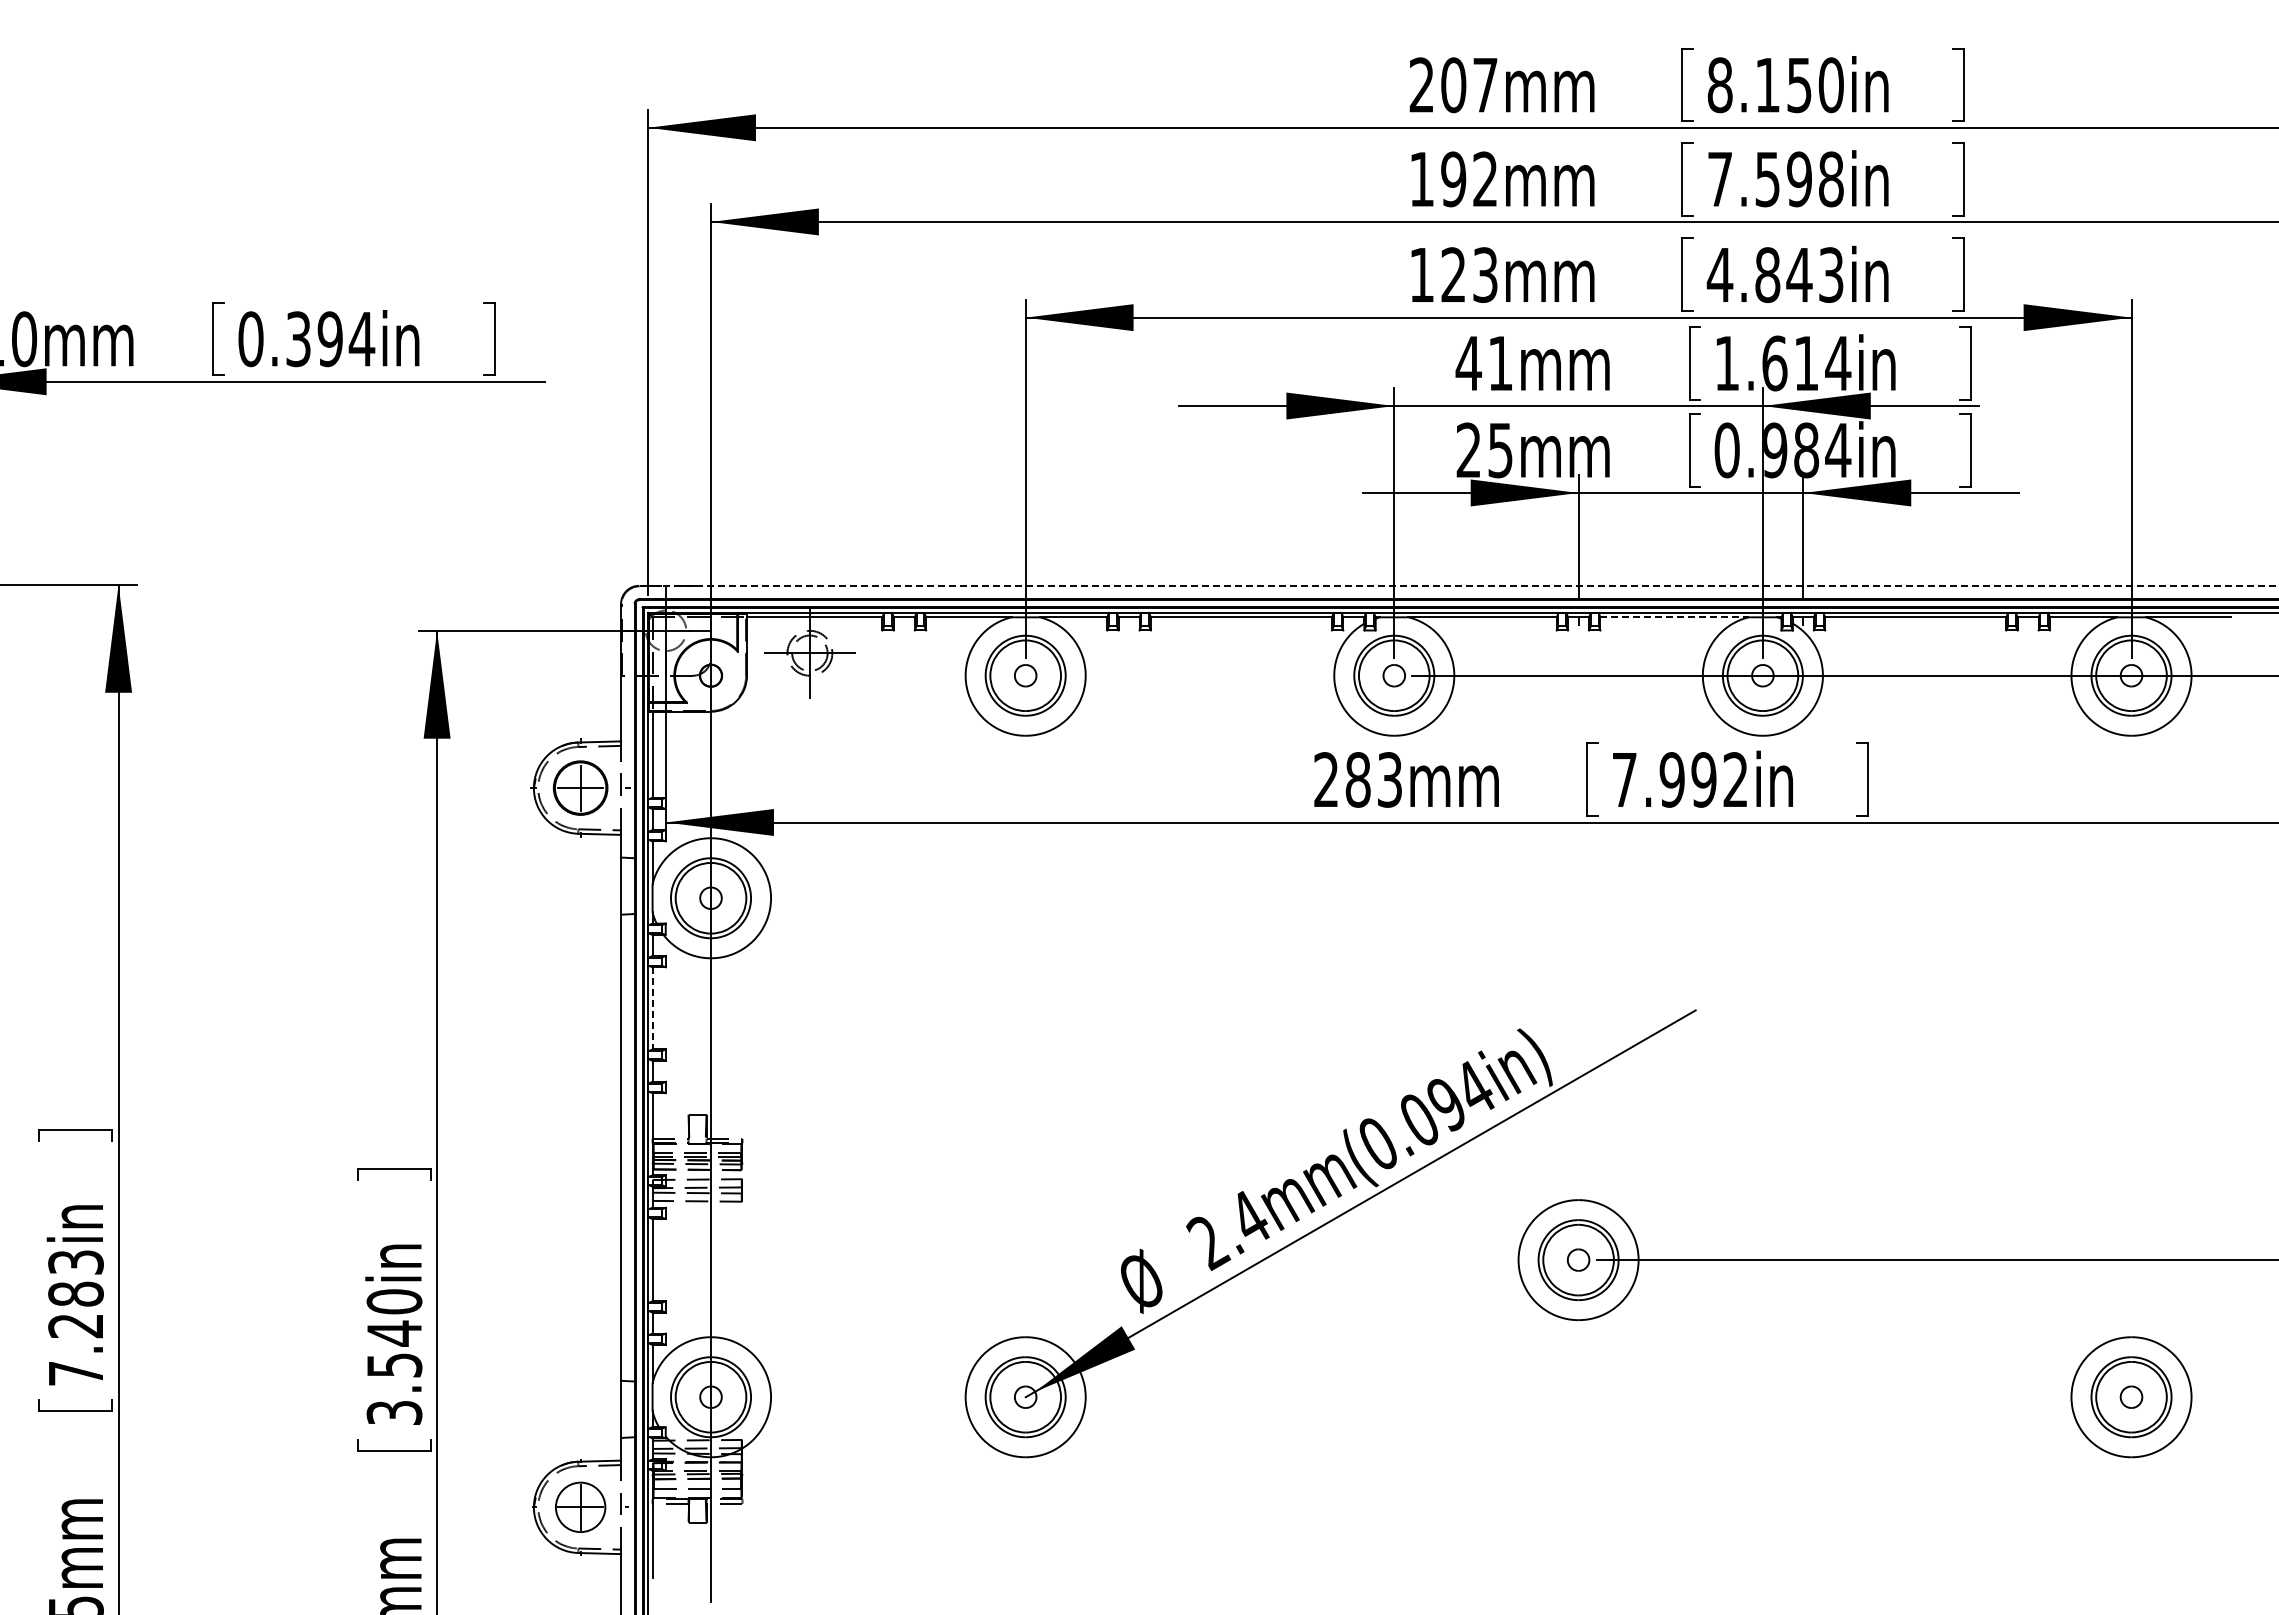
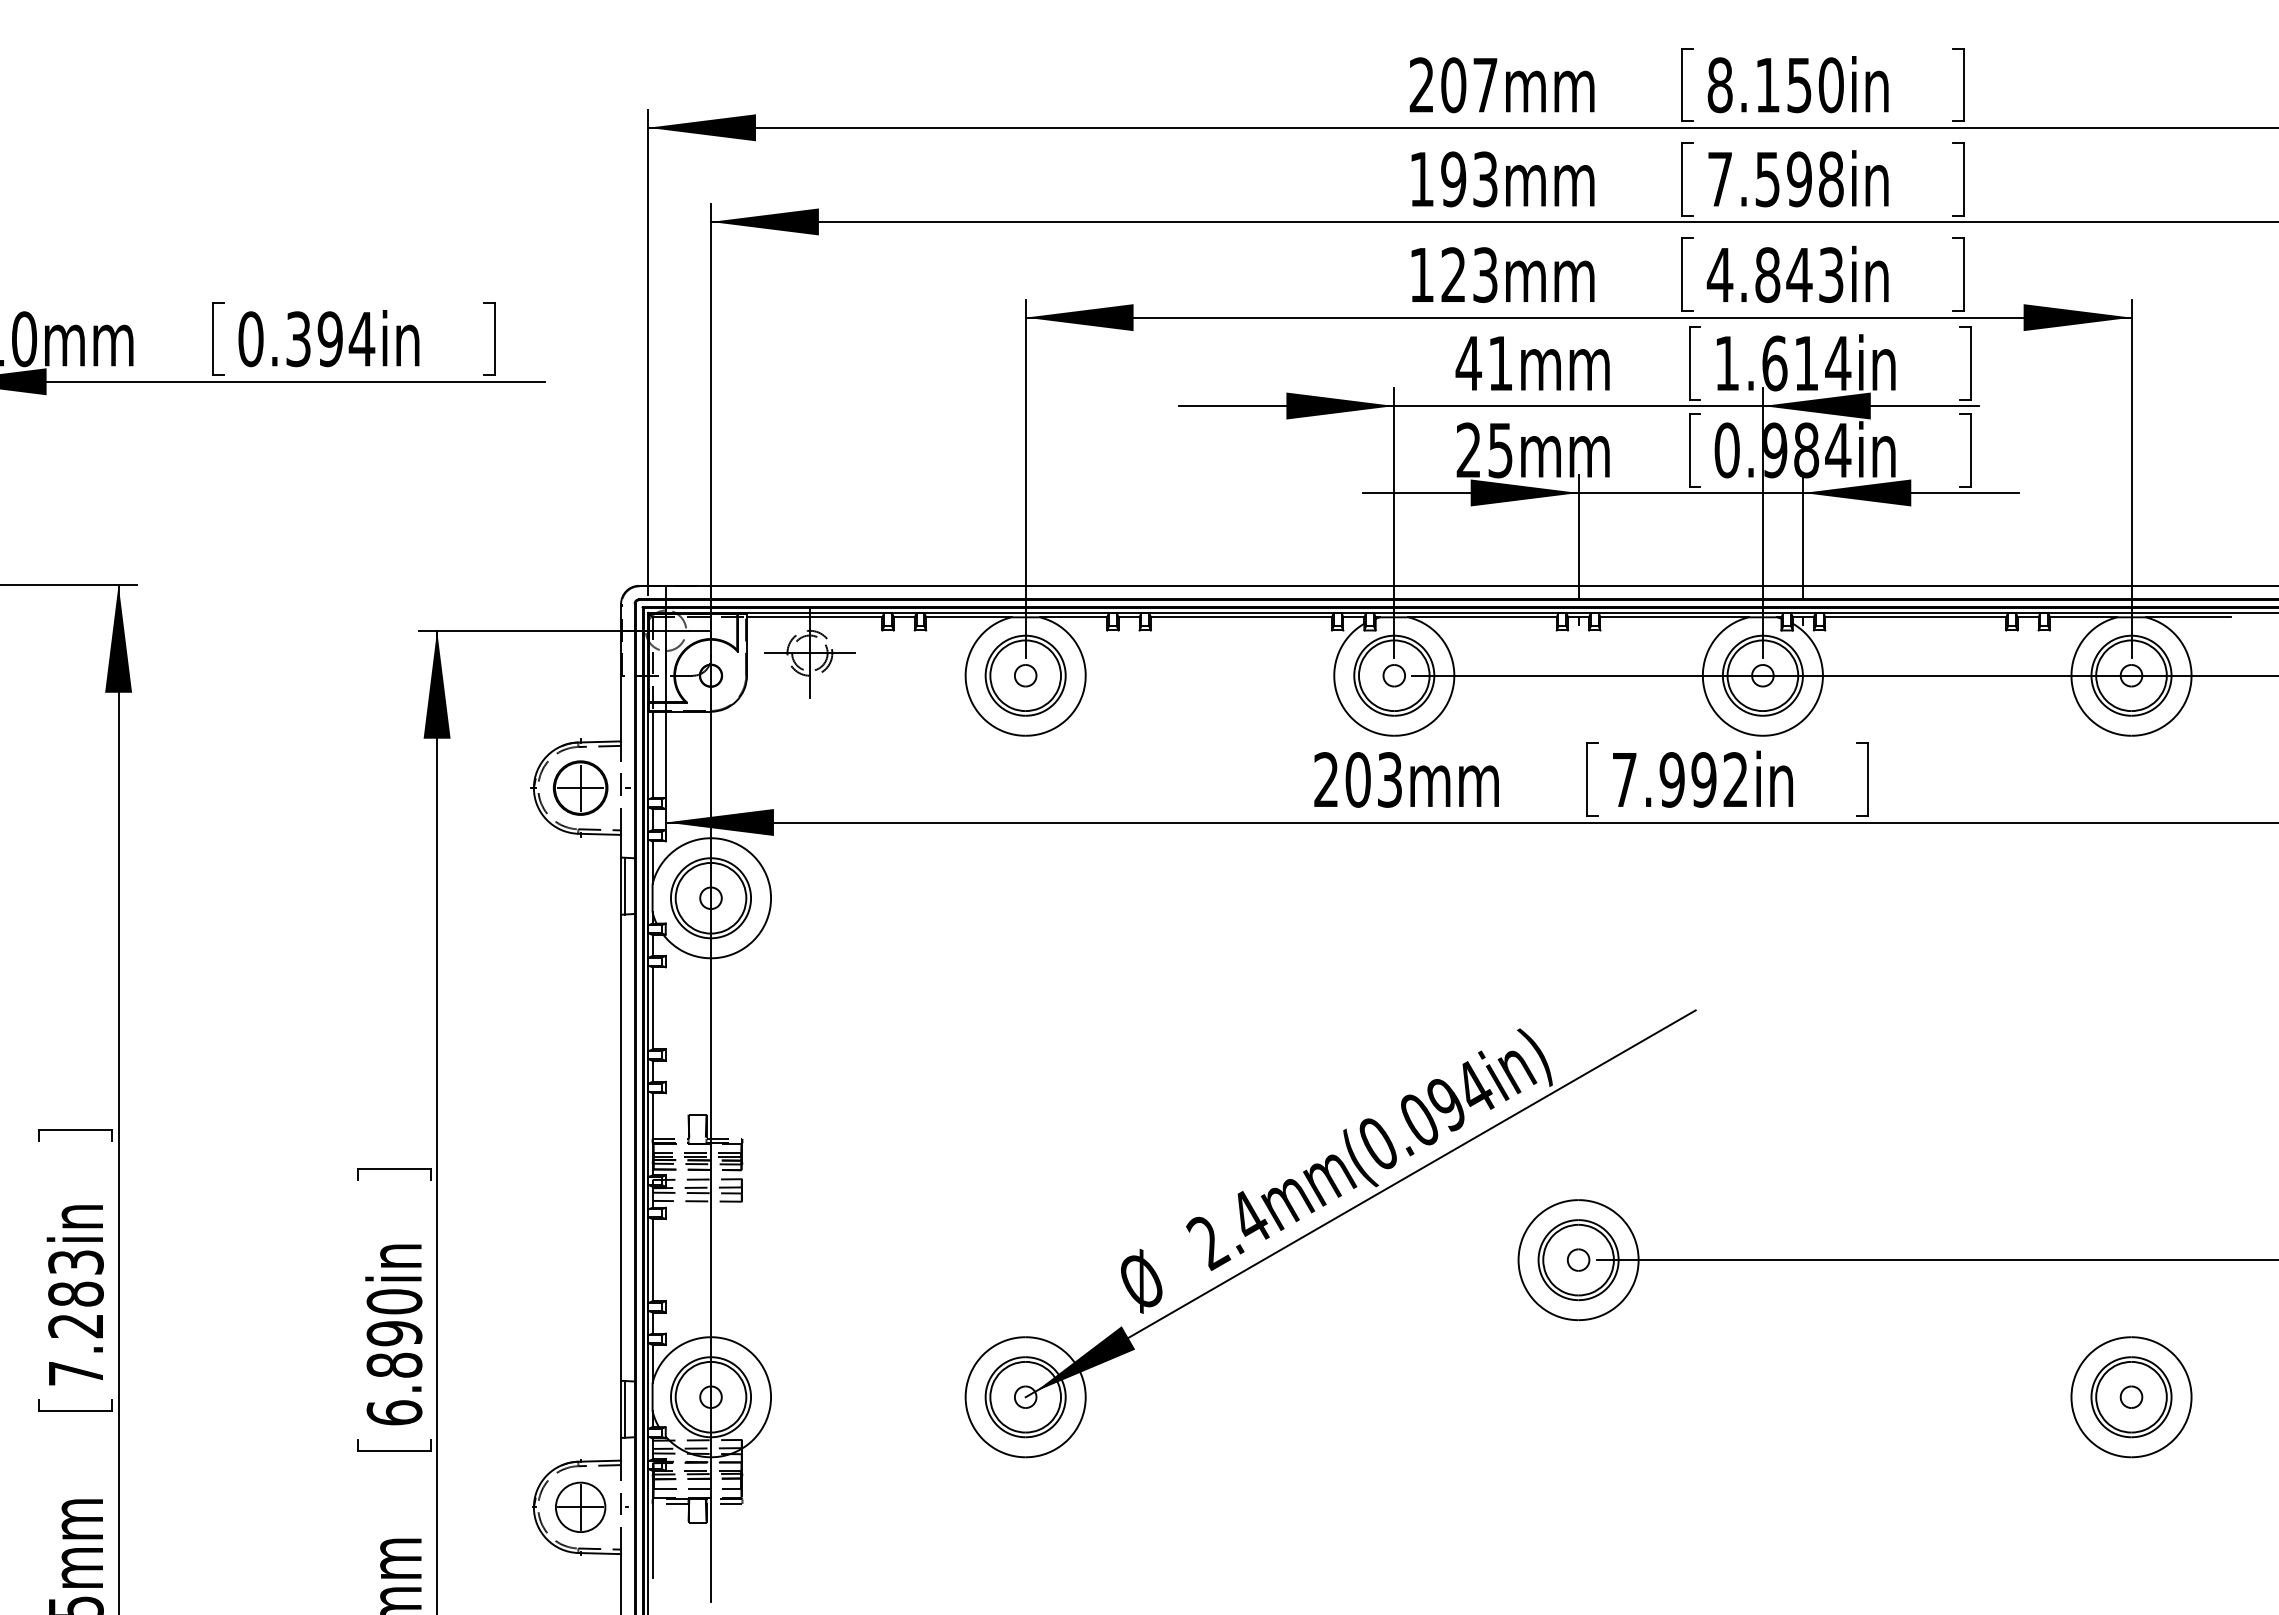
text at (1485, 179): 192mm -> 193mm
line at (1458, 585): dashed -> solid
line at (1675, 617): dashed -> solid
text at (1357, 779): 283mm -> 203mm
line at (624, 885): none -> present
line at (652, 1008): dashed -> solid
text at (394, 1372): 3.540in -> 6.890in
line at (624, 1408): none -> present
